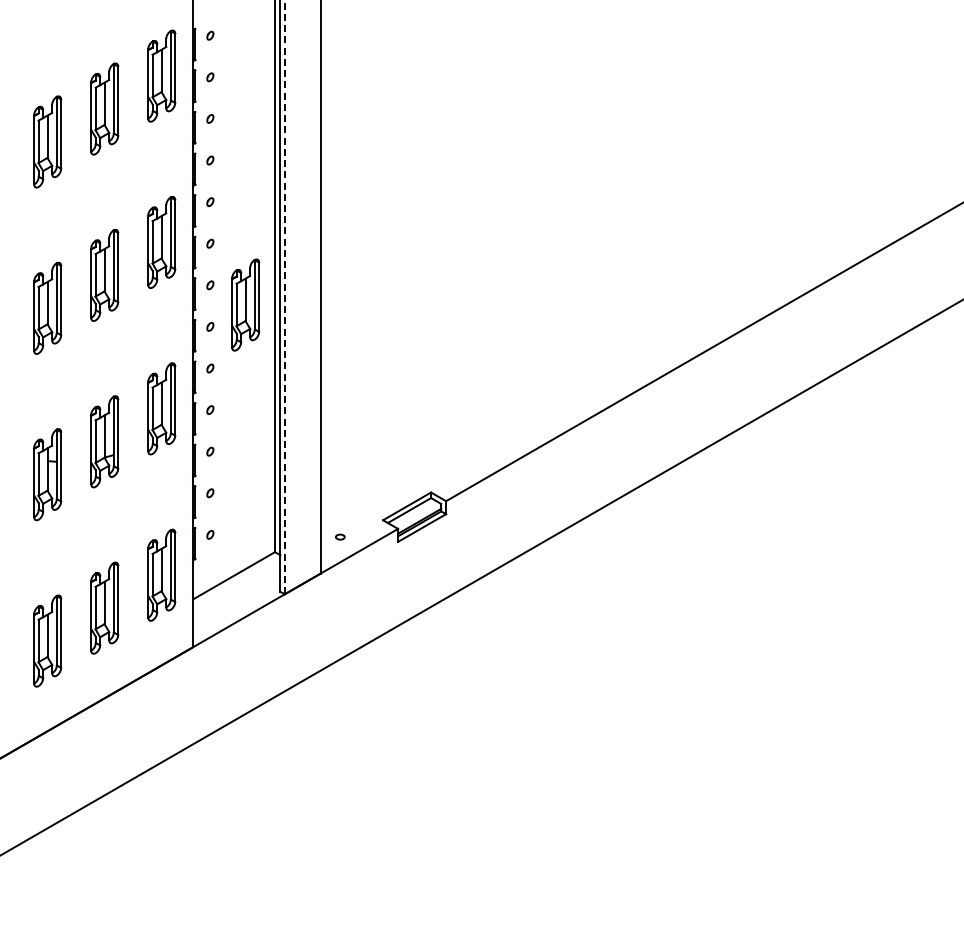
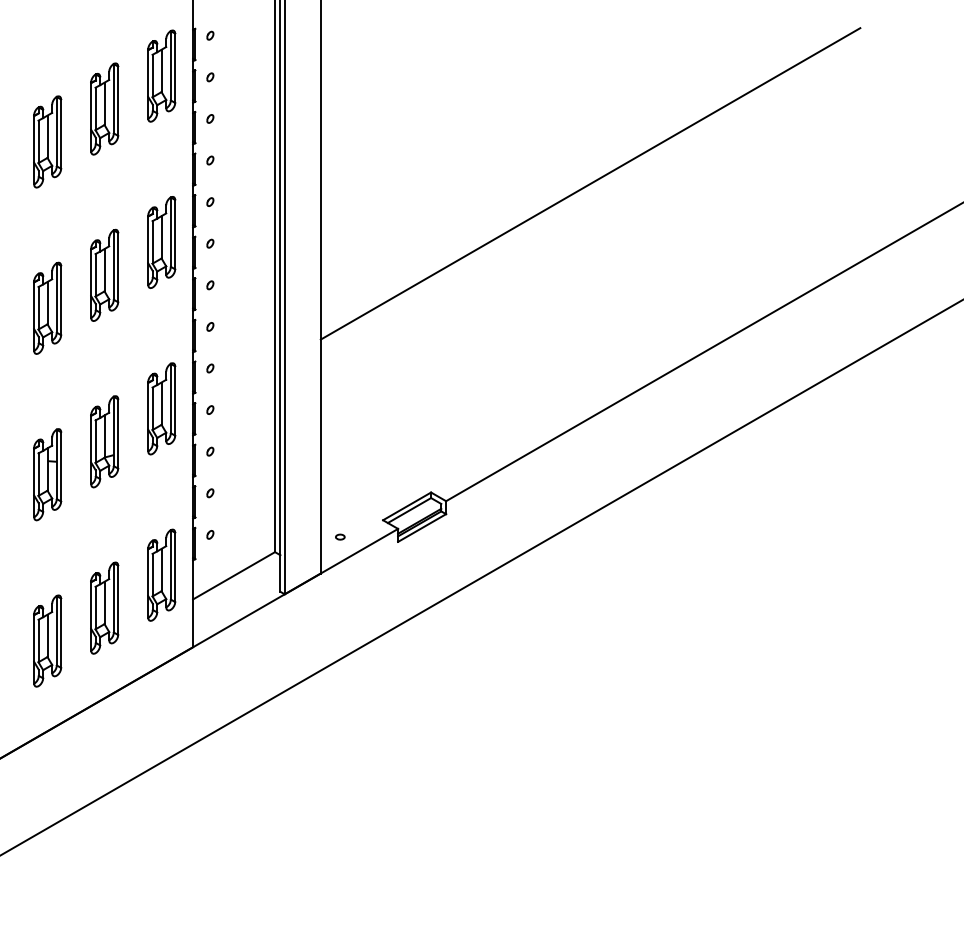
line at (590, 183): none -> present
line at (284, 297): dashed -> solid
part at (245, 304): present -> none
